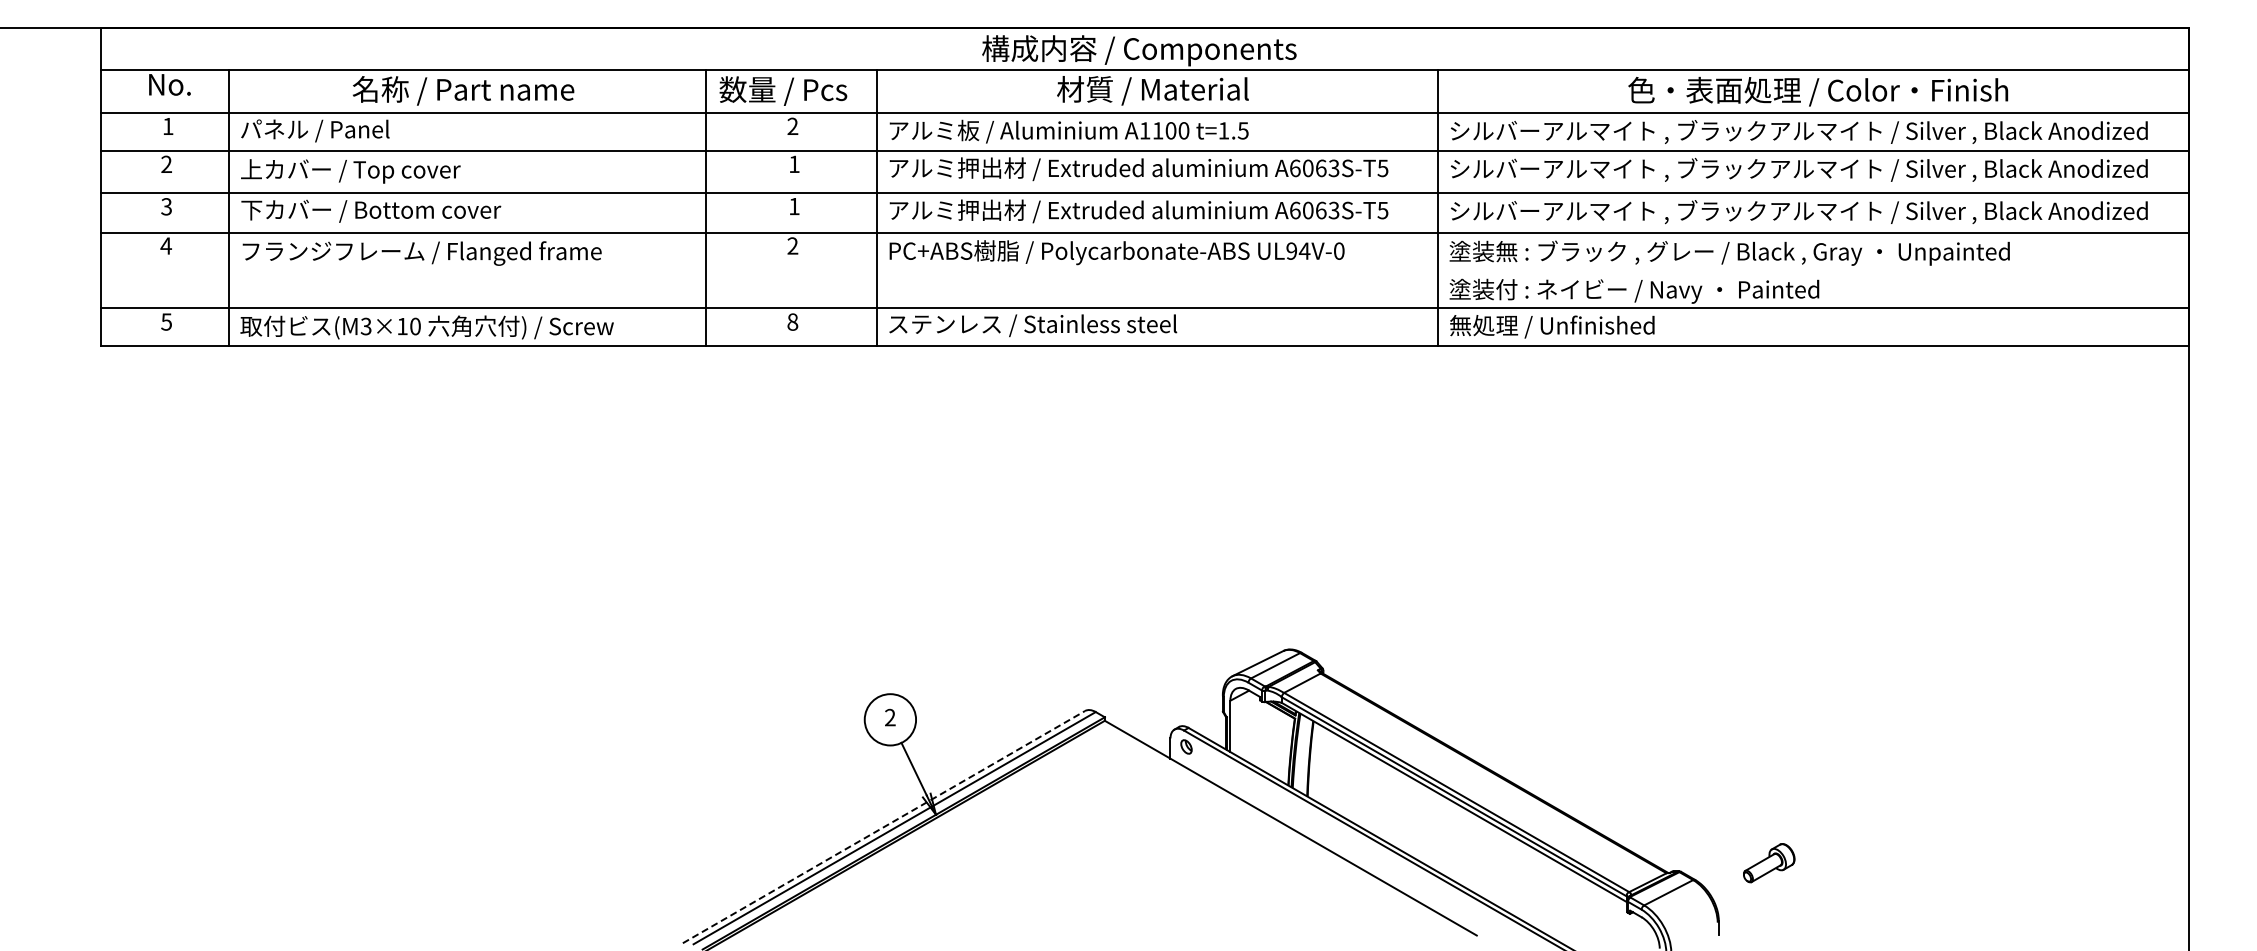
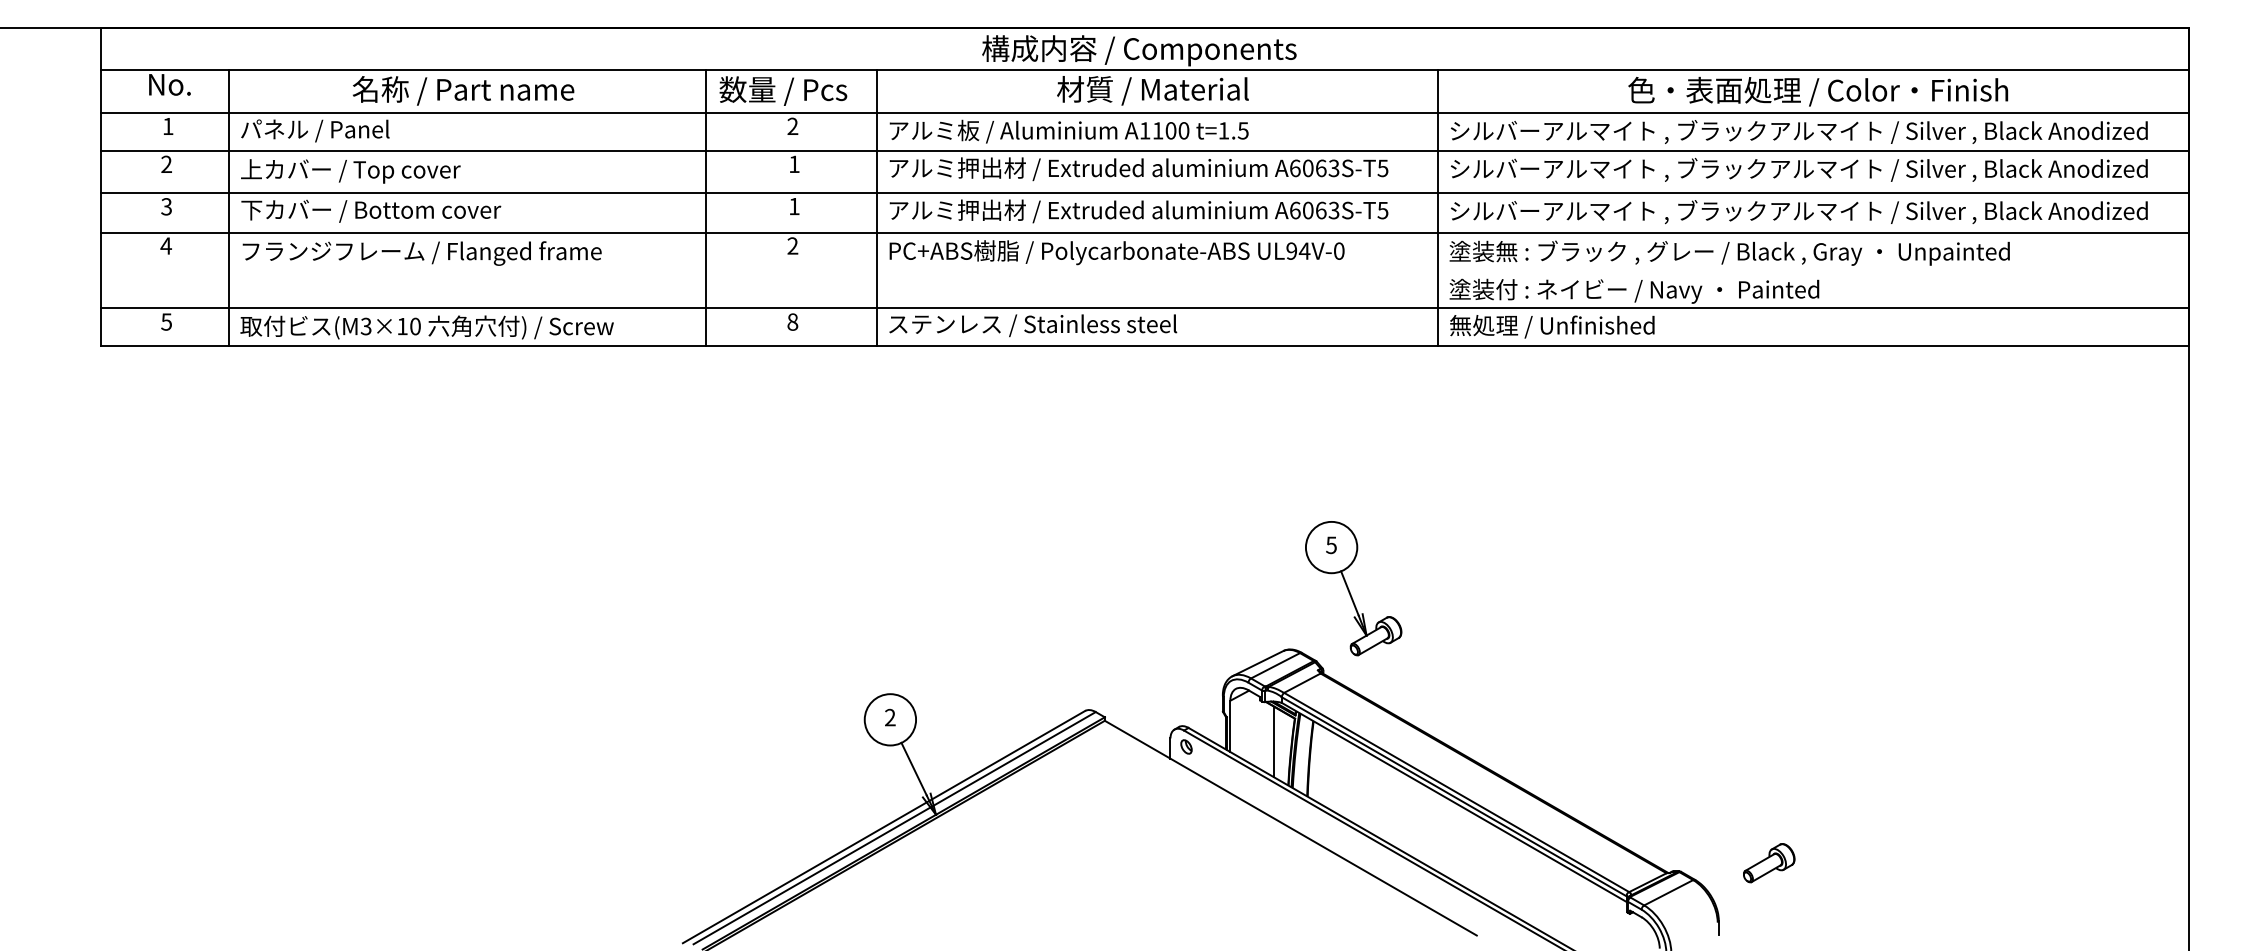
part at (1353, 588): none -> present
line at (1274, 741): none -> present
line at (884, 826): dashed -> solid
